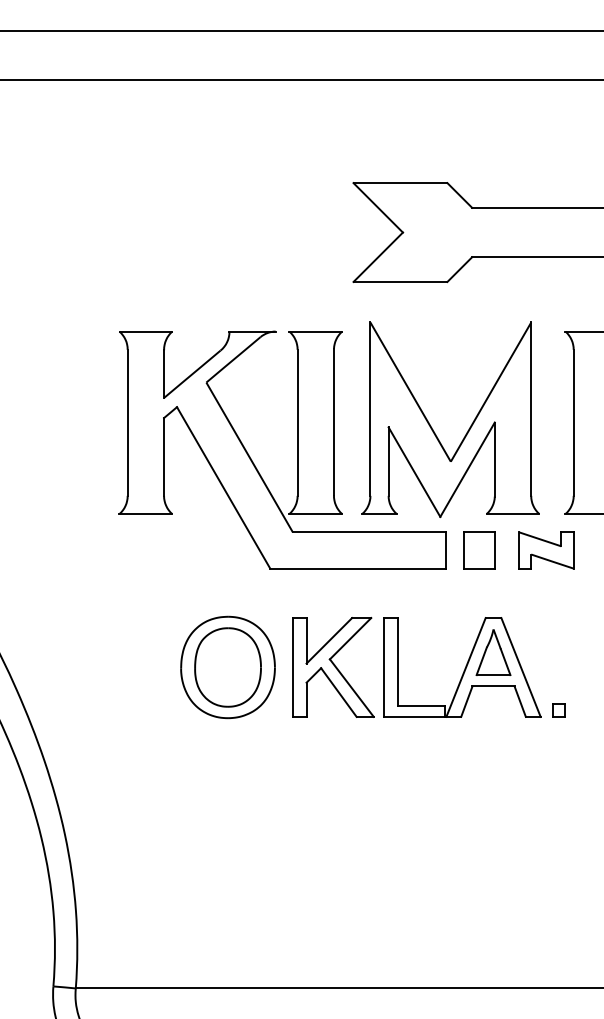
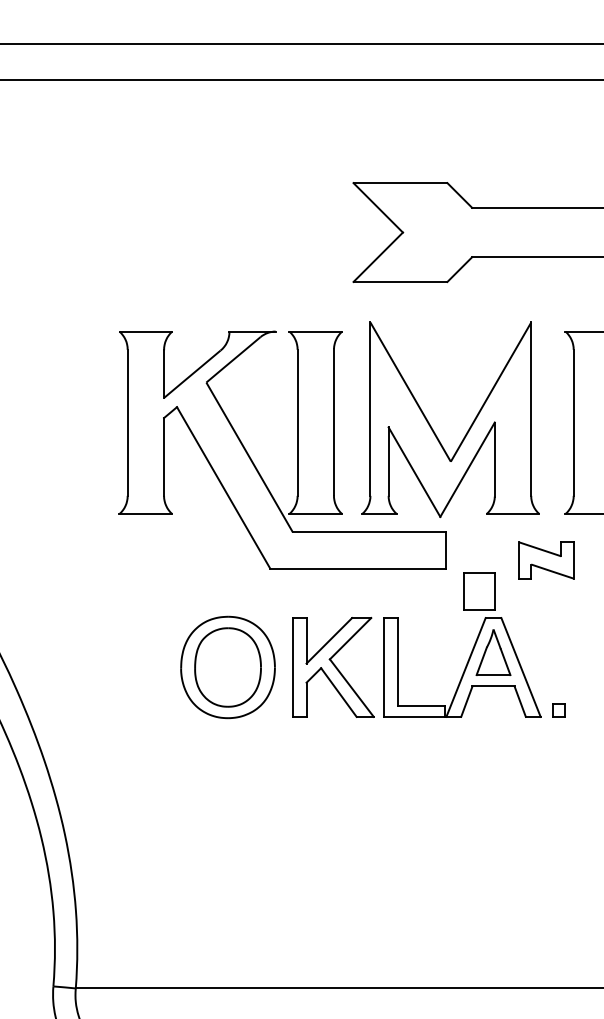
line at (301, 30) position: (301, 30) -> (301, 43)
part at (479, 550) position: (479, 550) -> (479, 591)
part at (546, 550) position: (546, 550) -> (546, 560)
